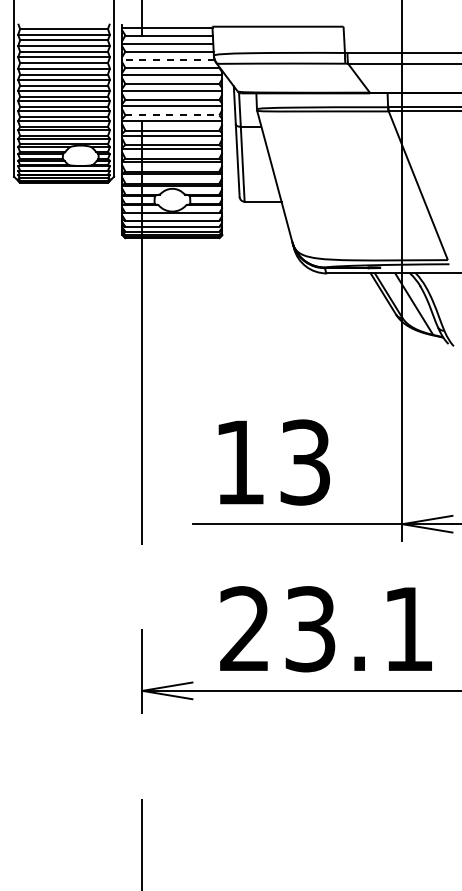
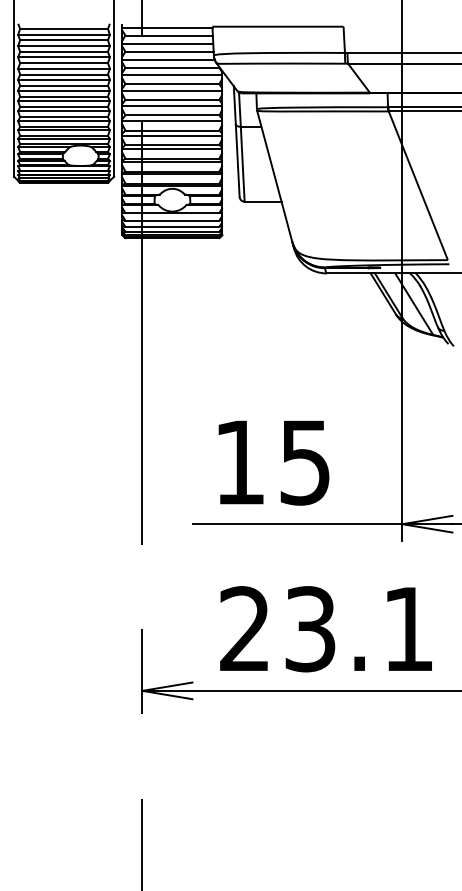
line at (168, 59): dashed -> solid
line at (172, 115): dashed -> solid
text at (305, 462): 13 -> 15
